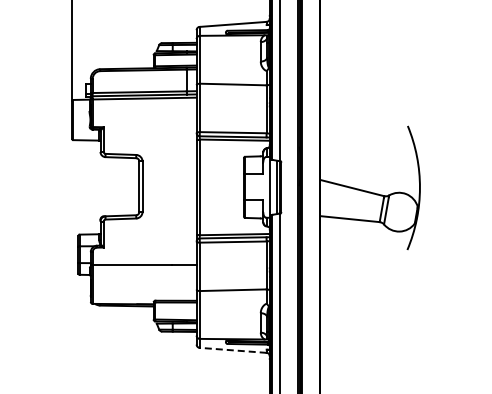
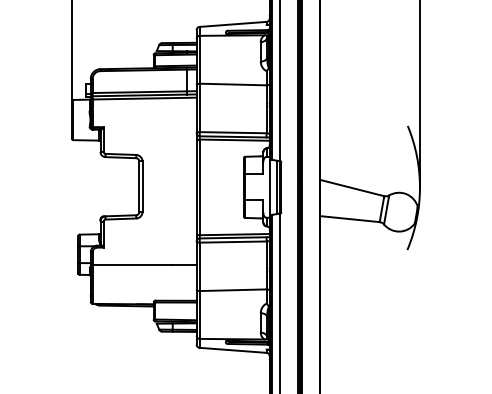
line at (419, 94): none -> present
line at (233, 350): dashed -> solid
